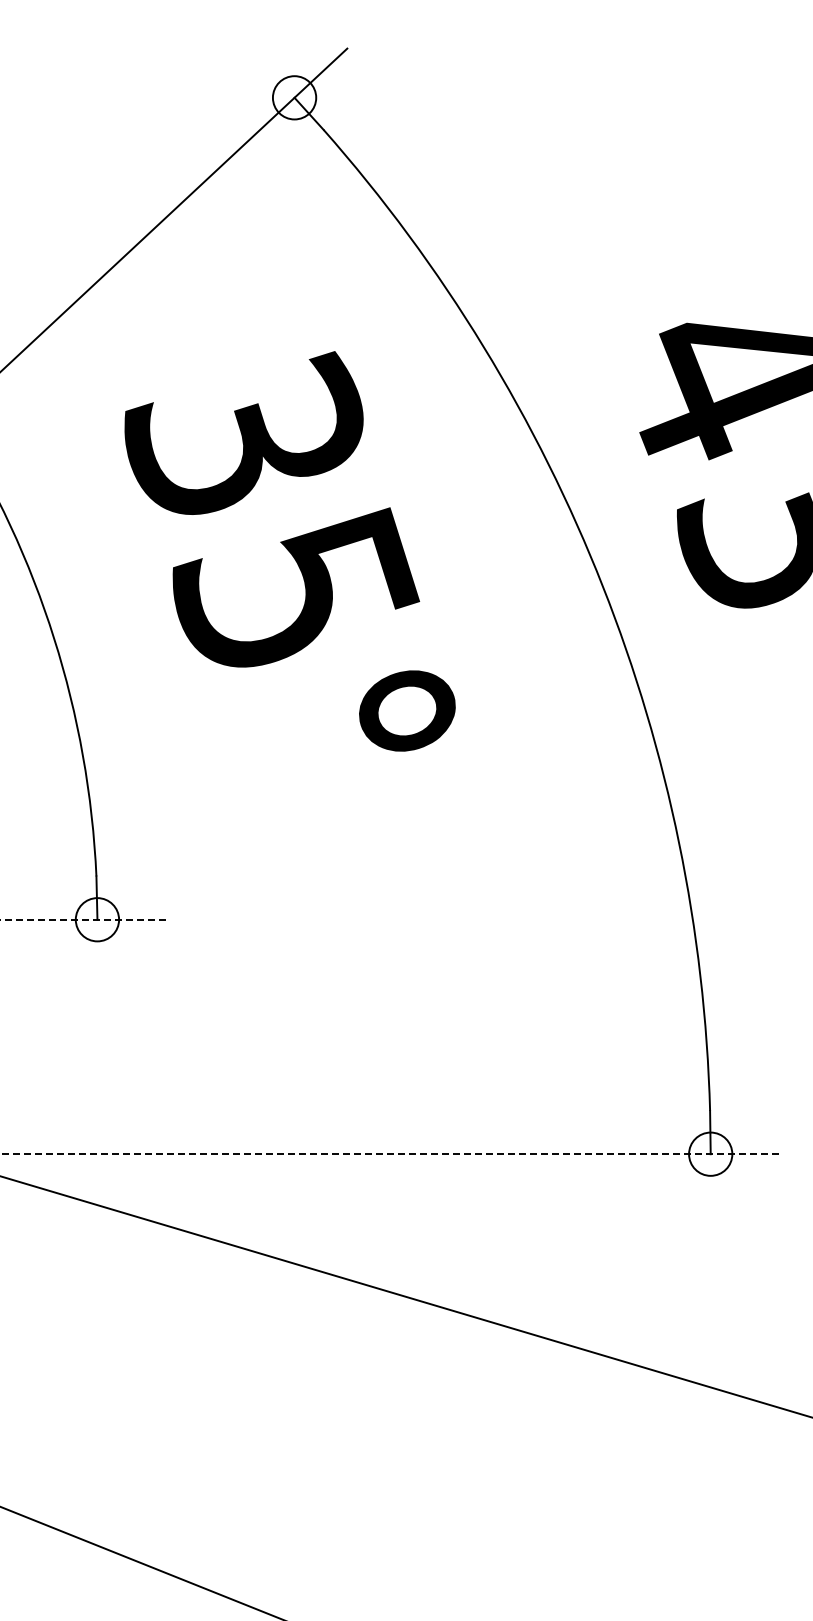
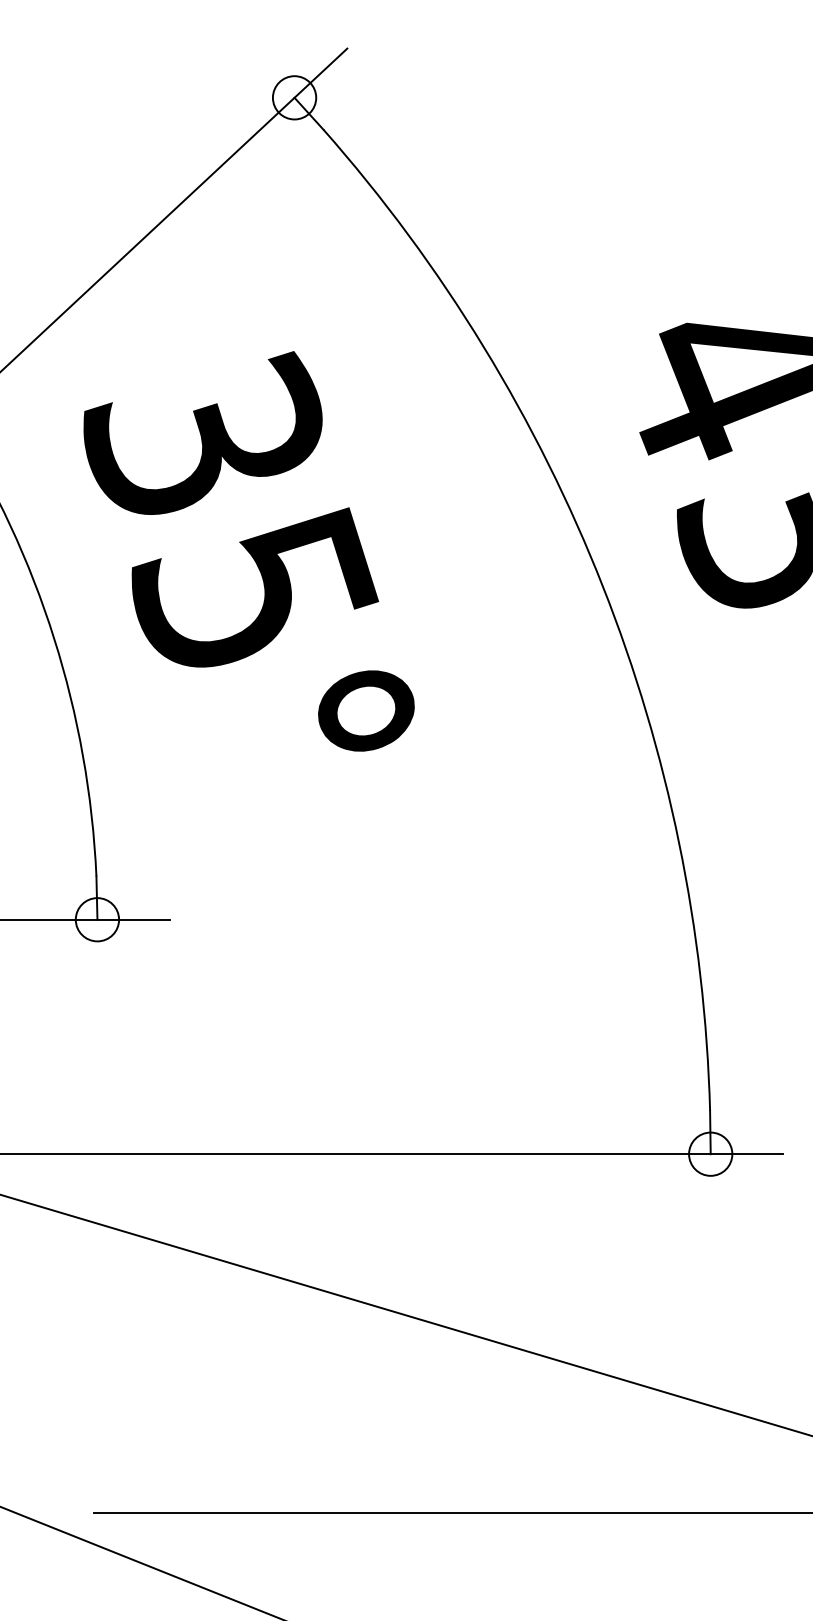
text at (289, 551) position: (289, 551) -> (248, 551)
line at (85, 919): dashed -> solid
line at (391, 1154): dashed -> solid
line at (405, 1296) position: (405, 1296) -> (405, 1315)
line at (451, 1513): none -> present
